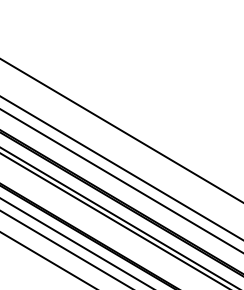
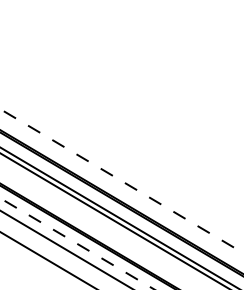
line at (121, 130): present -> none
line at (121, 167): present -> none
line at (122, 181): solid -> dashed
line at (77, 244): solid -> dashed
